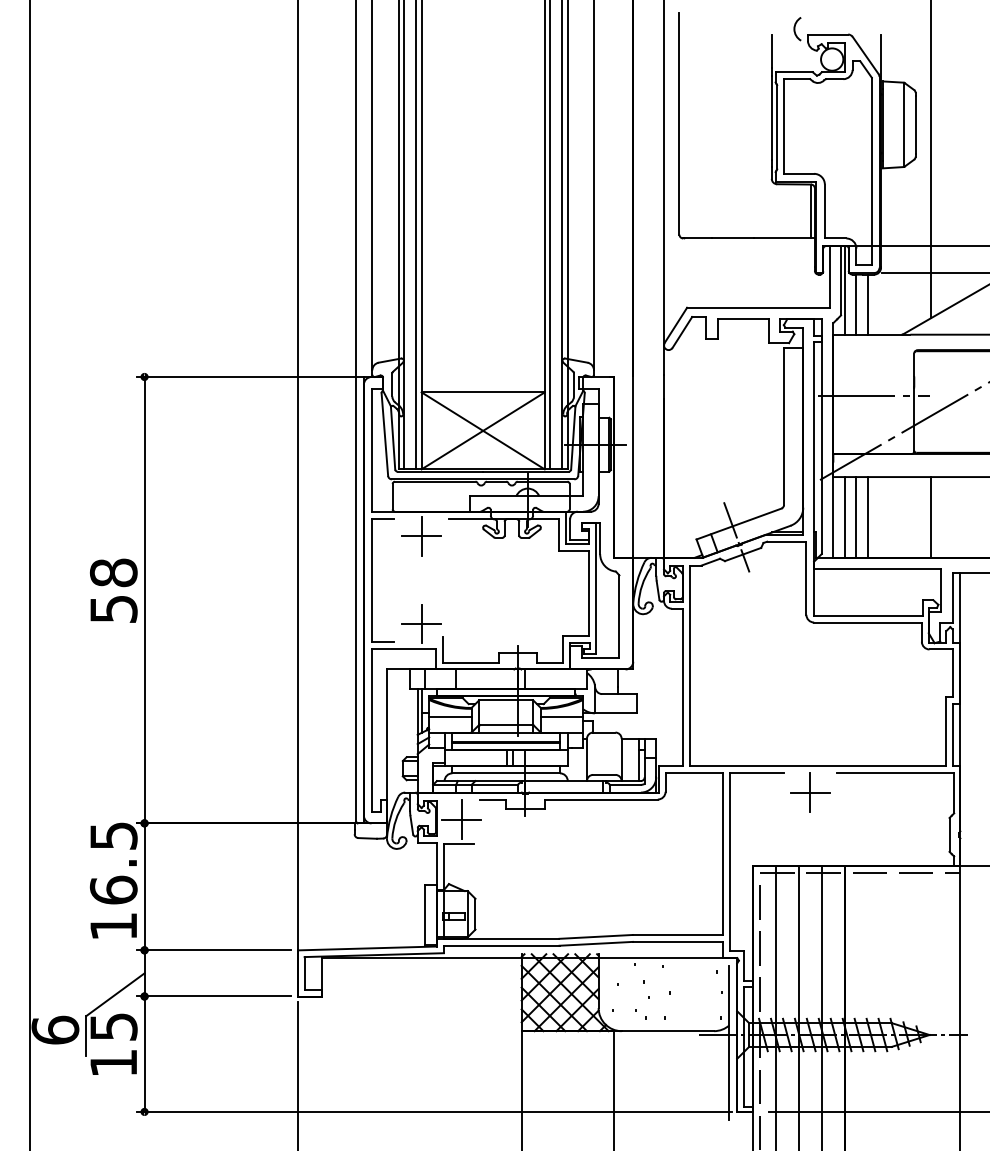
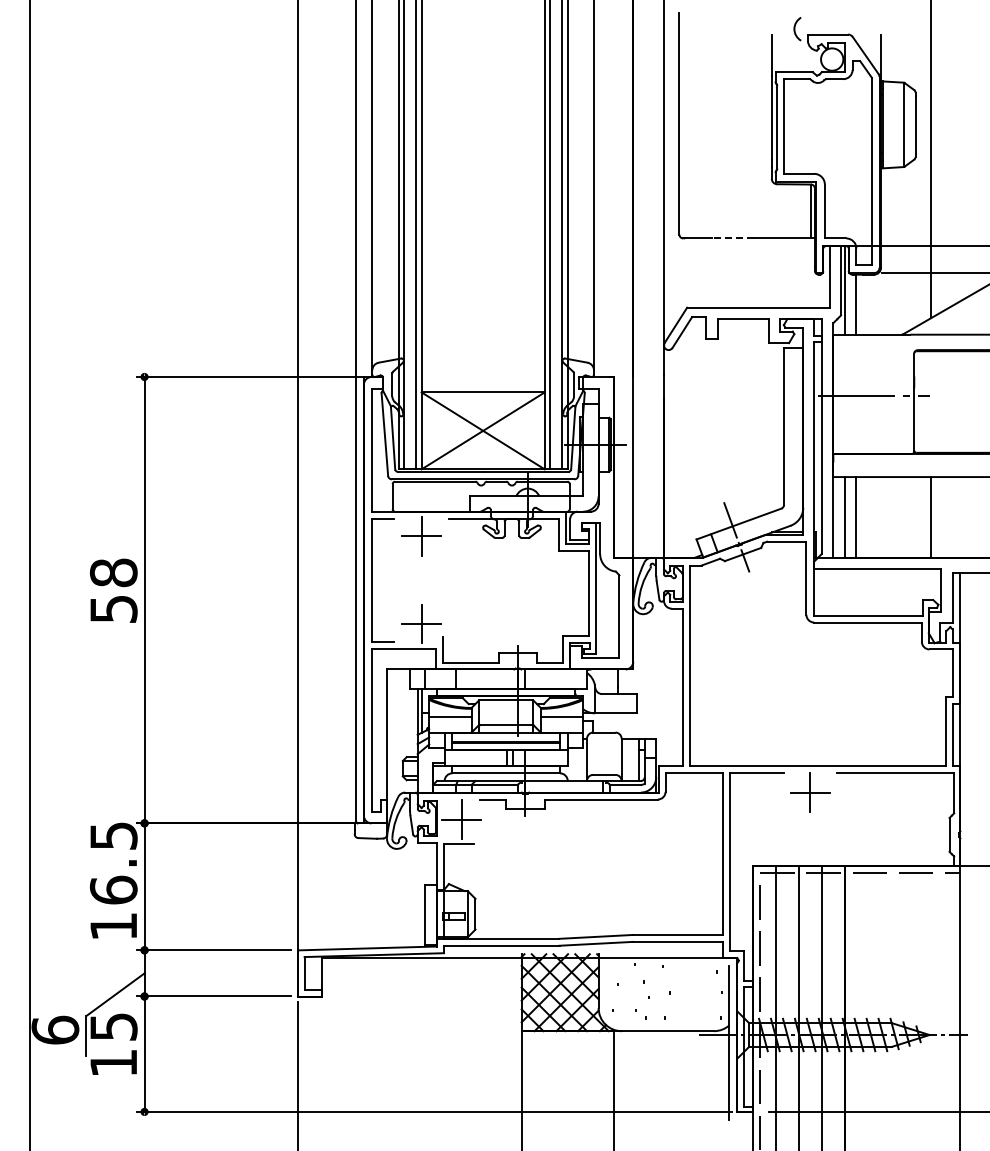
line at (732, 238): solid -> dashed
line at (867, 304): present -> none
line at (903, 432): present -> none
line at (867, 517): present -> none
